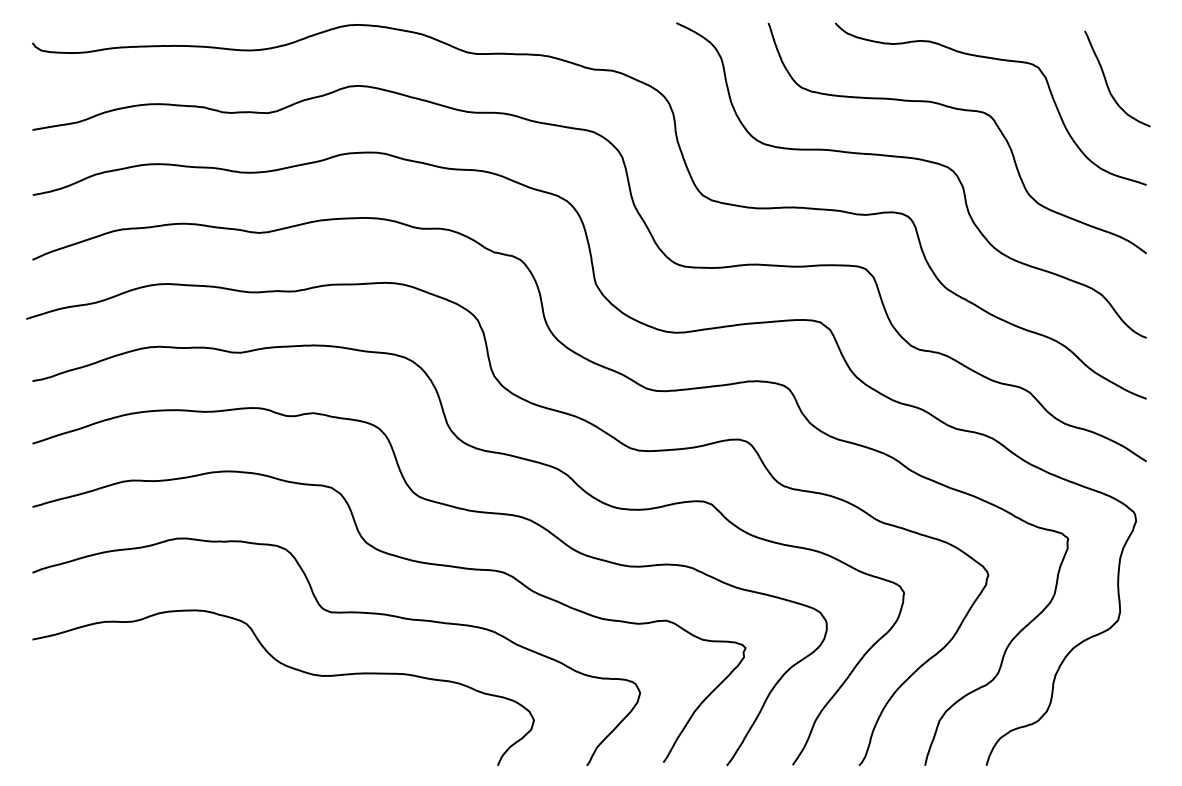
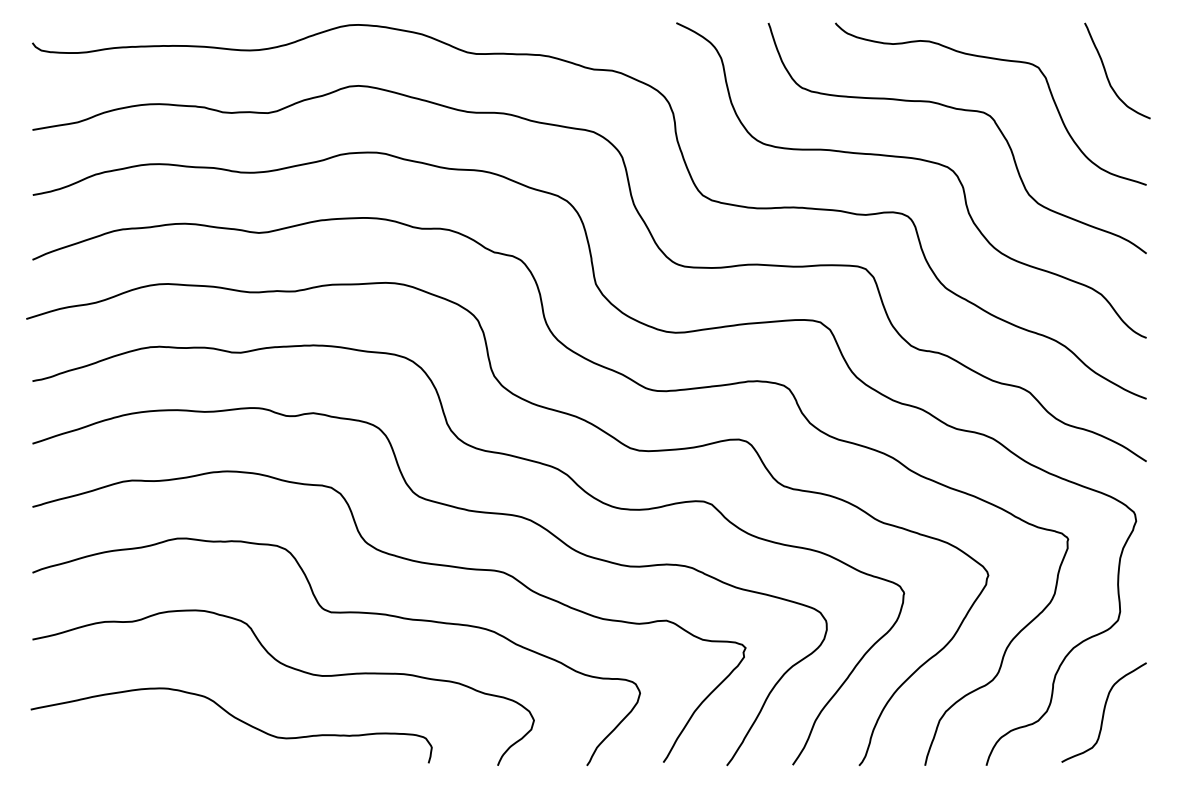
curve at (1107, 82) position: (1107, 82) -> (1107, 74)
curve at (1103, 712): none -> present
curve at (234, 718): none -> present
